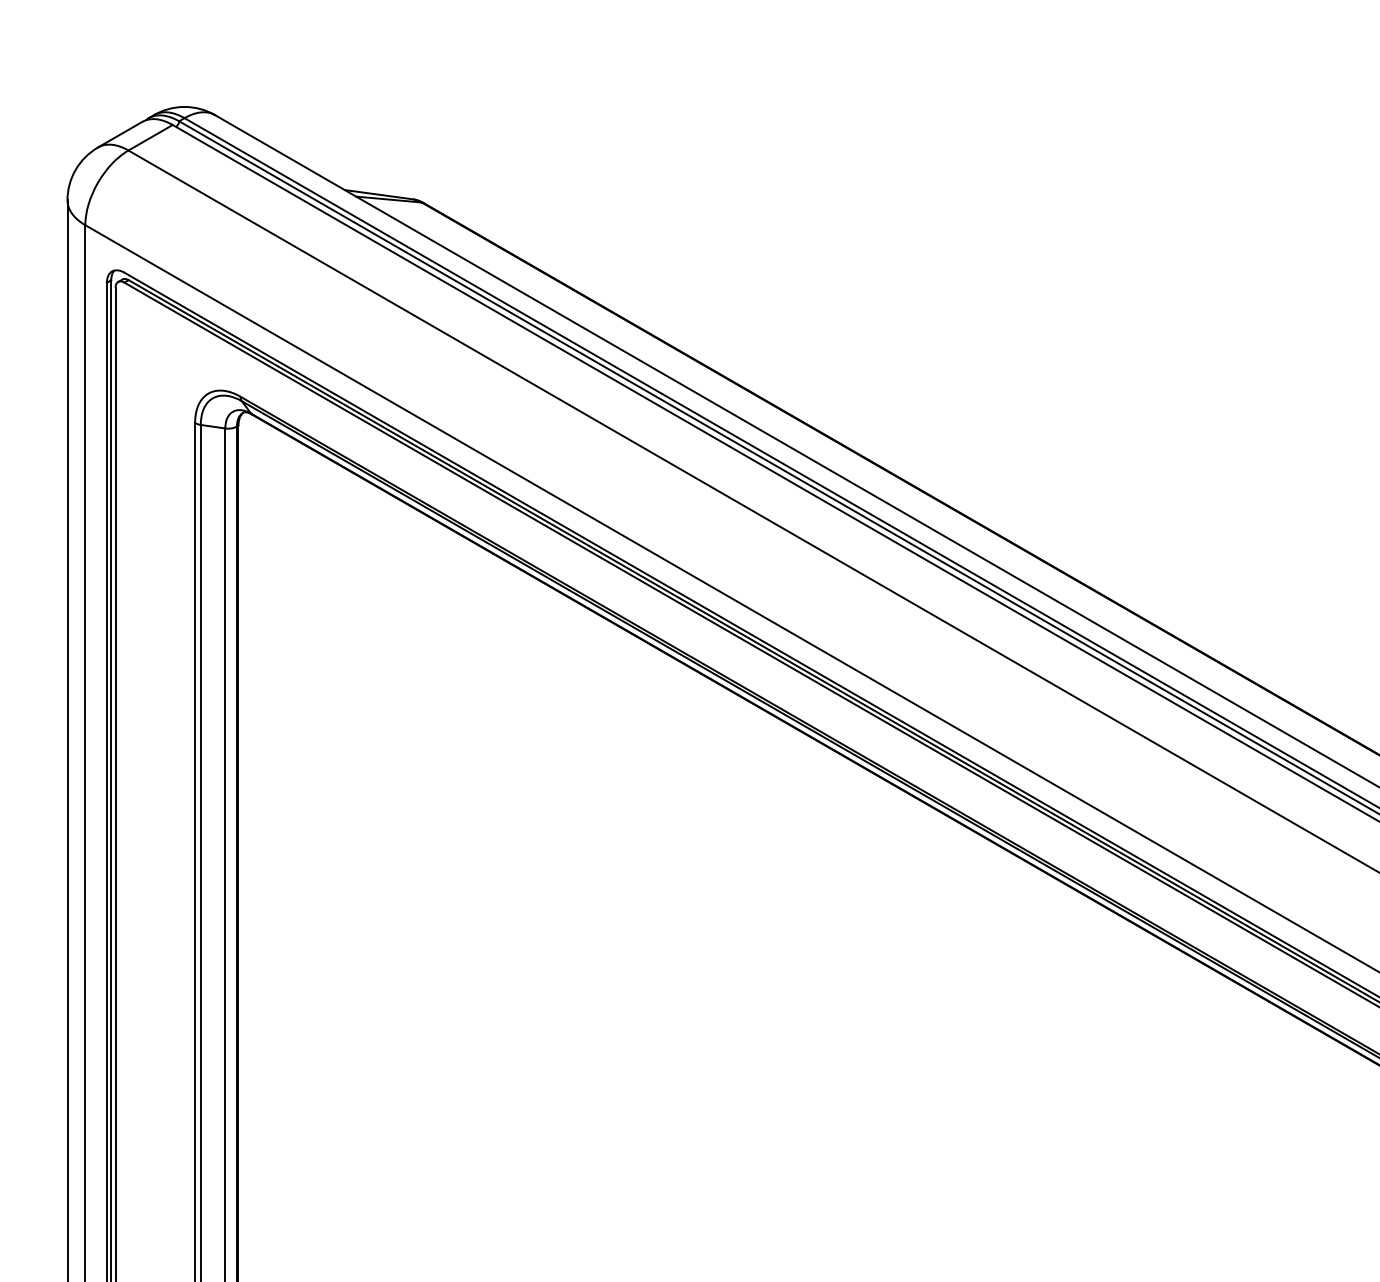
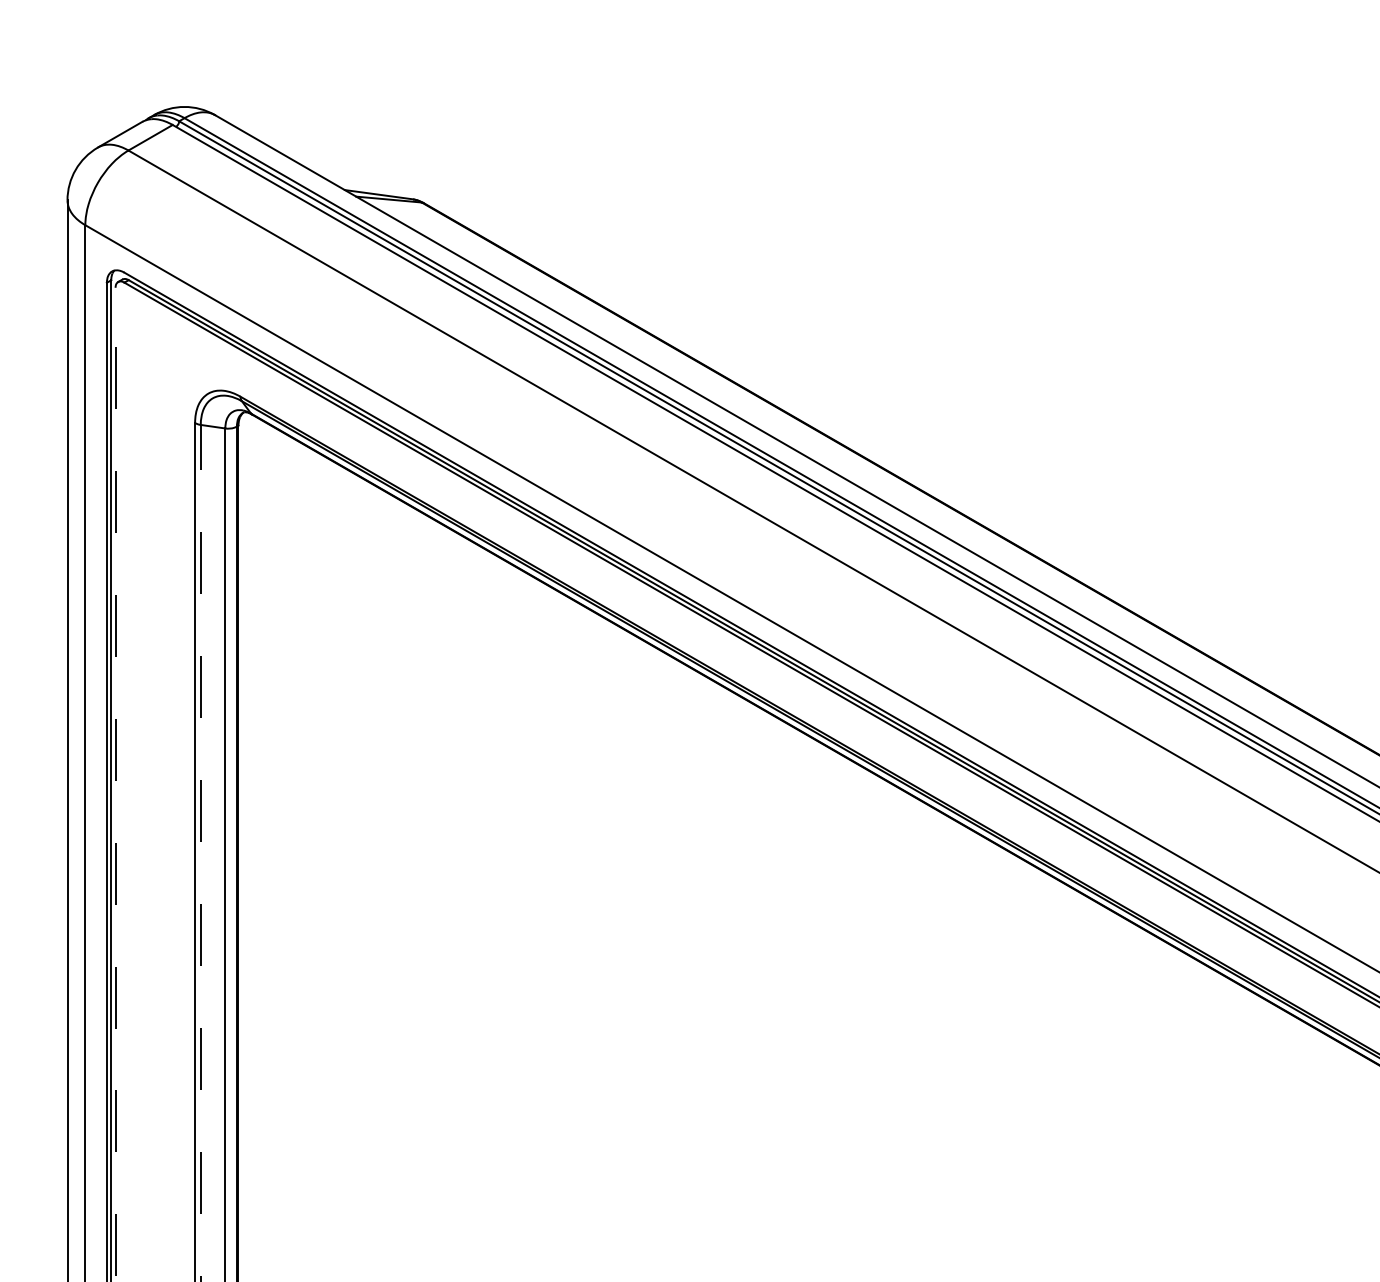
line at (115, 784): solid -> dashed
line at (200, 852): solid -> dashed
